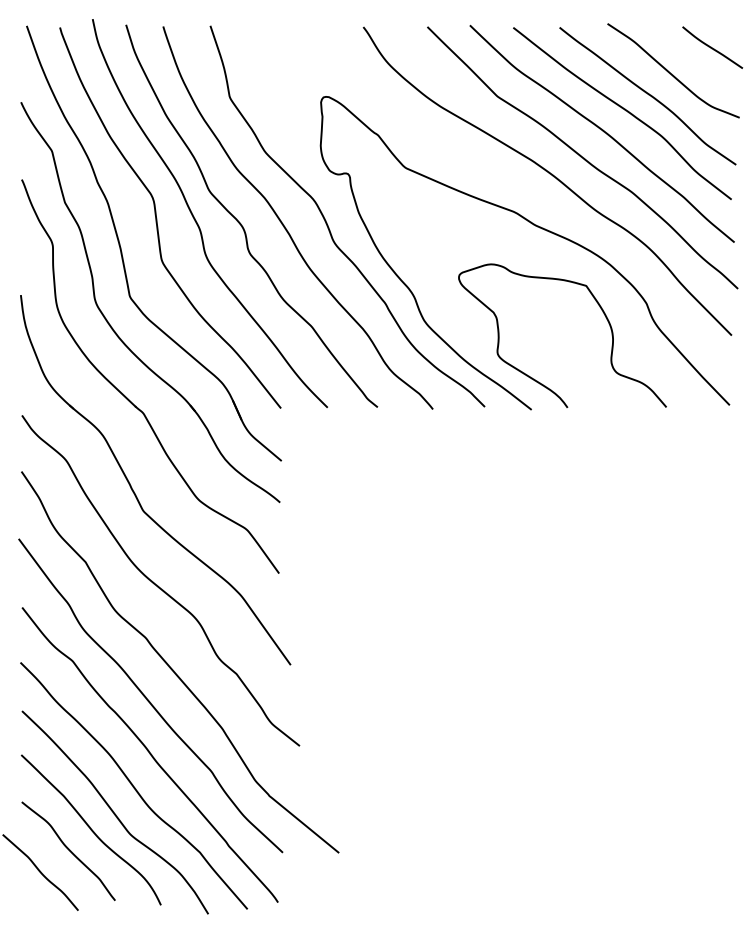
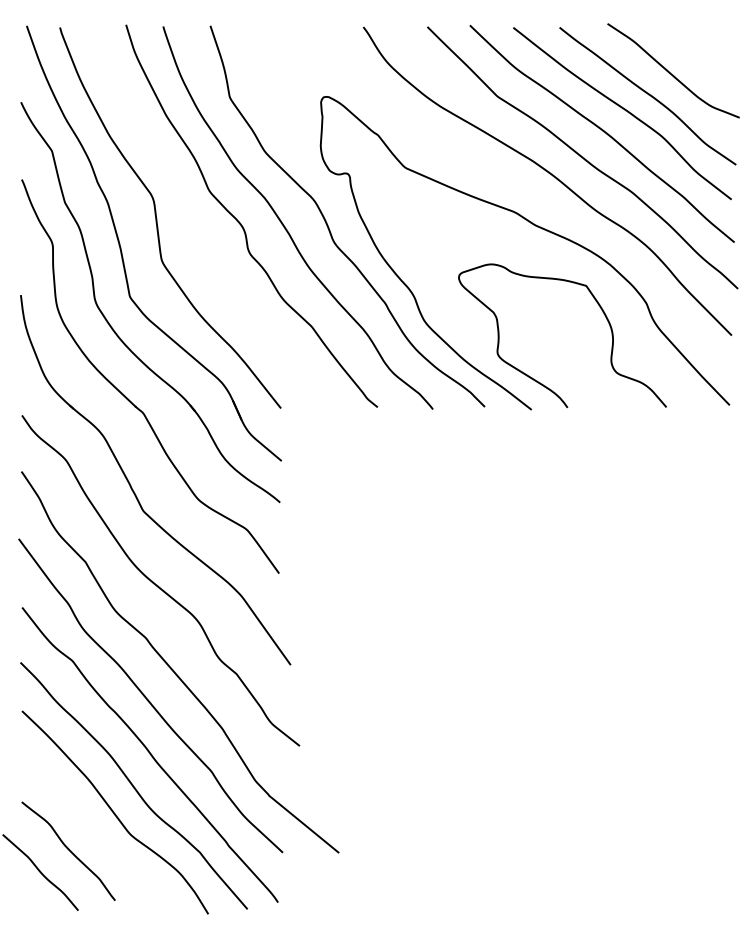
curve at (712, 47): present -> none
curve at (196, 220): present -> none
curve at (90, 829): present -> none
